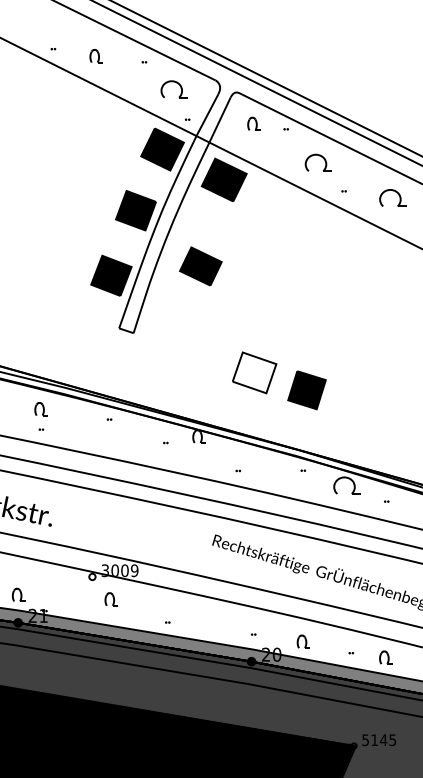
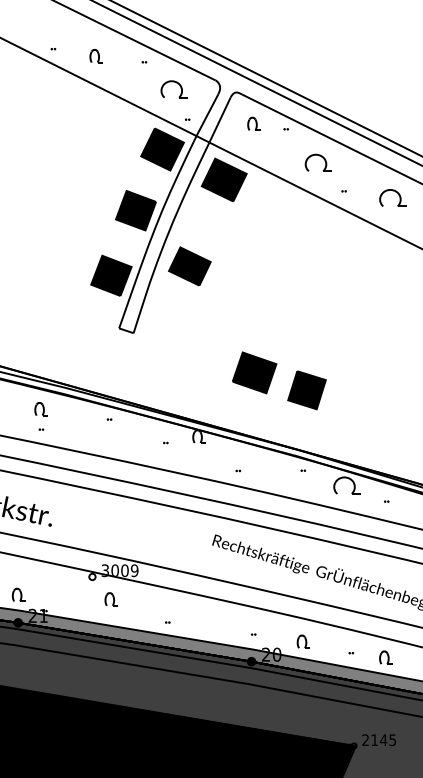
part at (200, 266) position: (200, 266) -> (189, 266)
fill at (254, 372): none -> present
text at (365, 739): 5145 -> 2145
